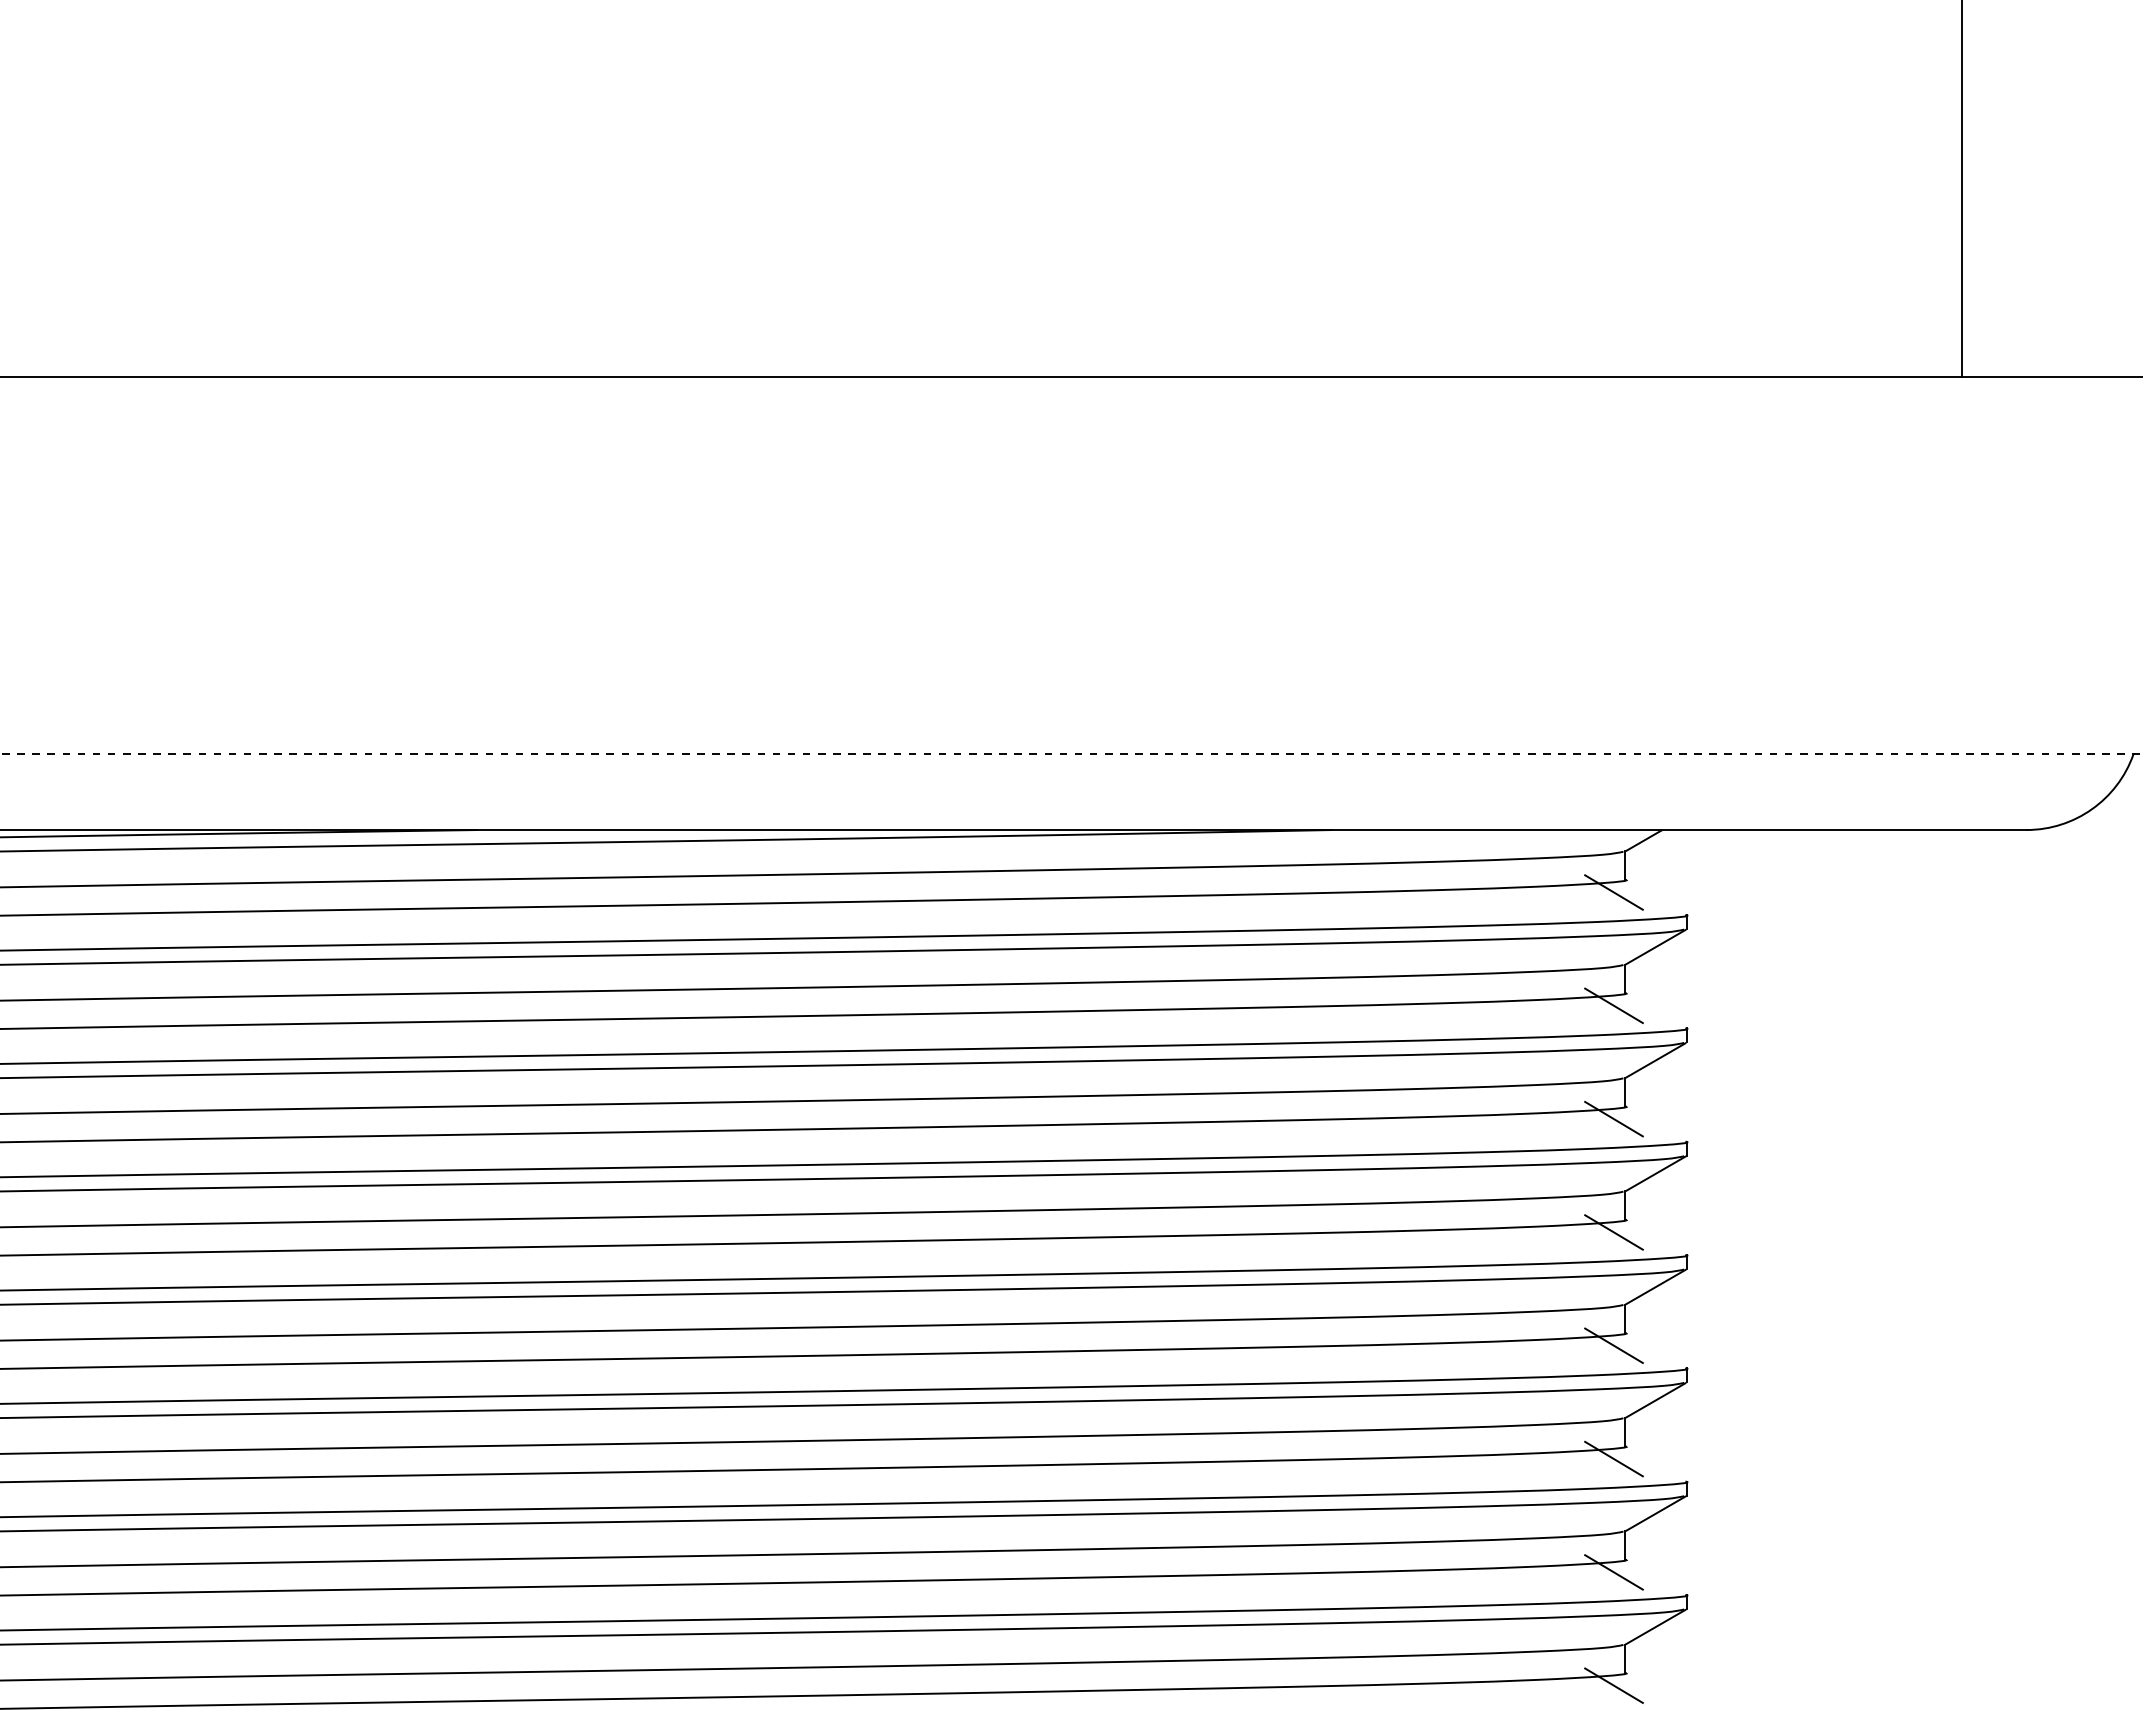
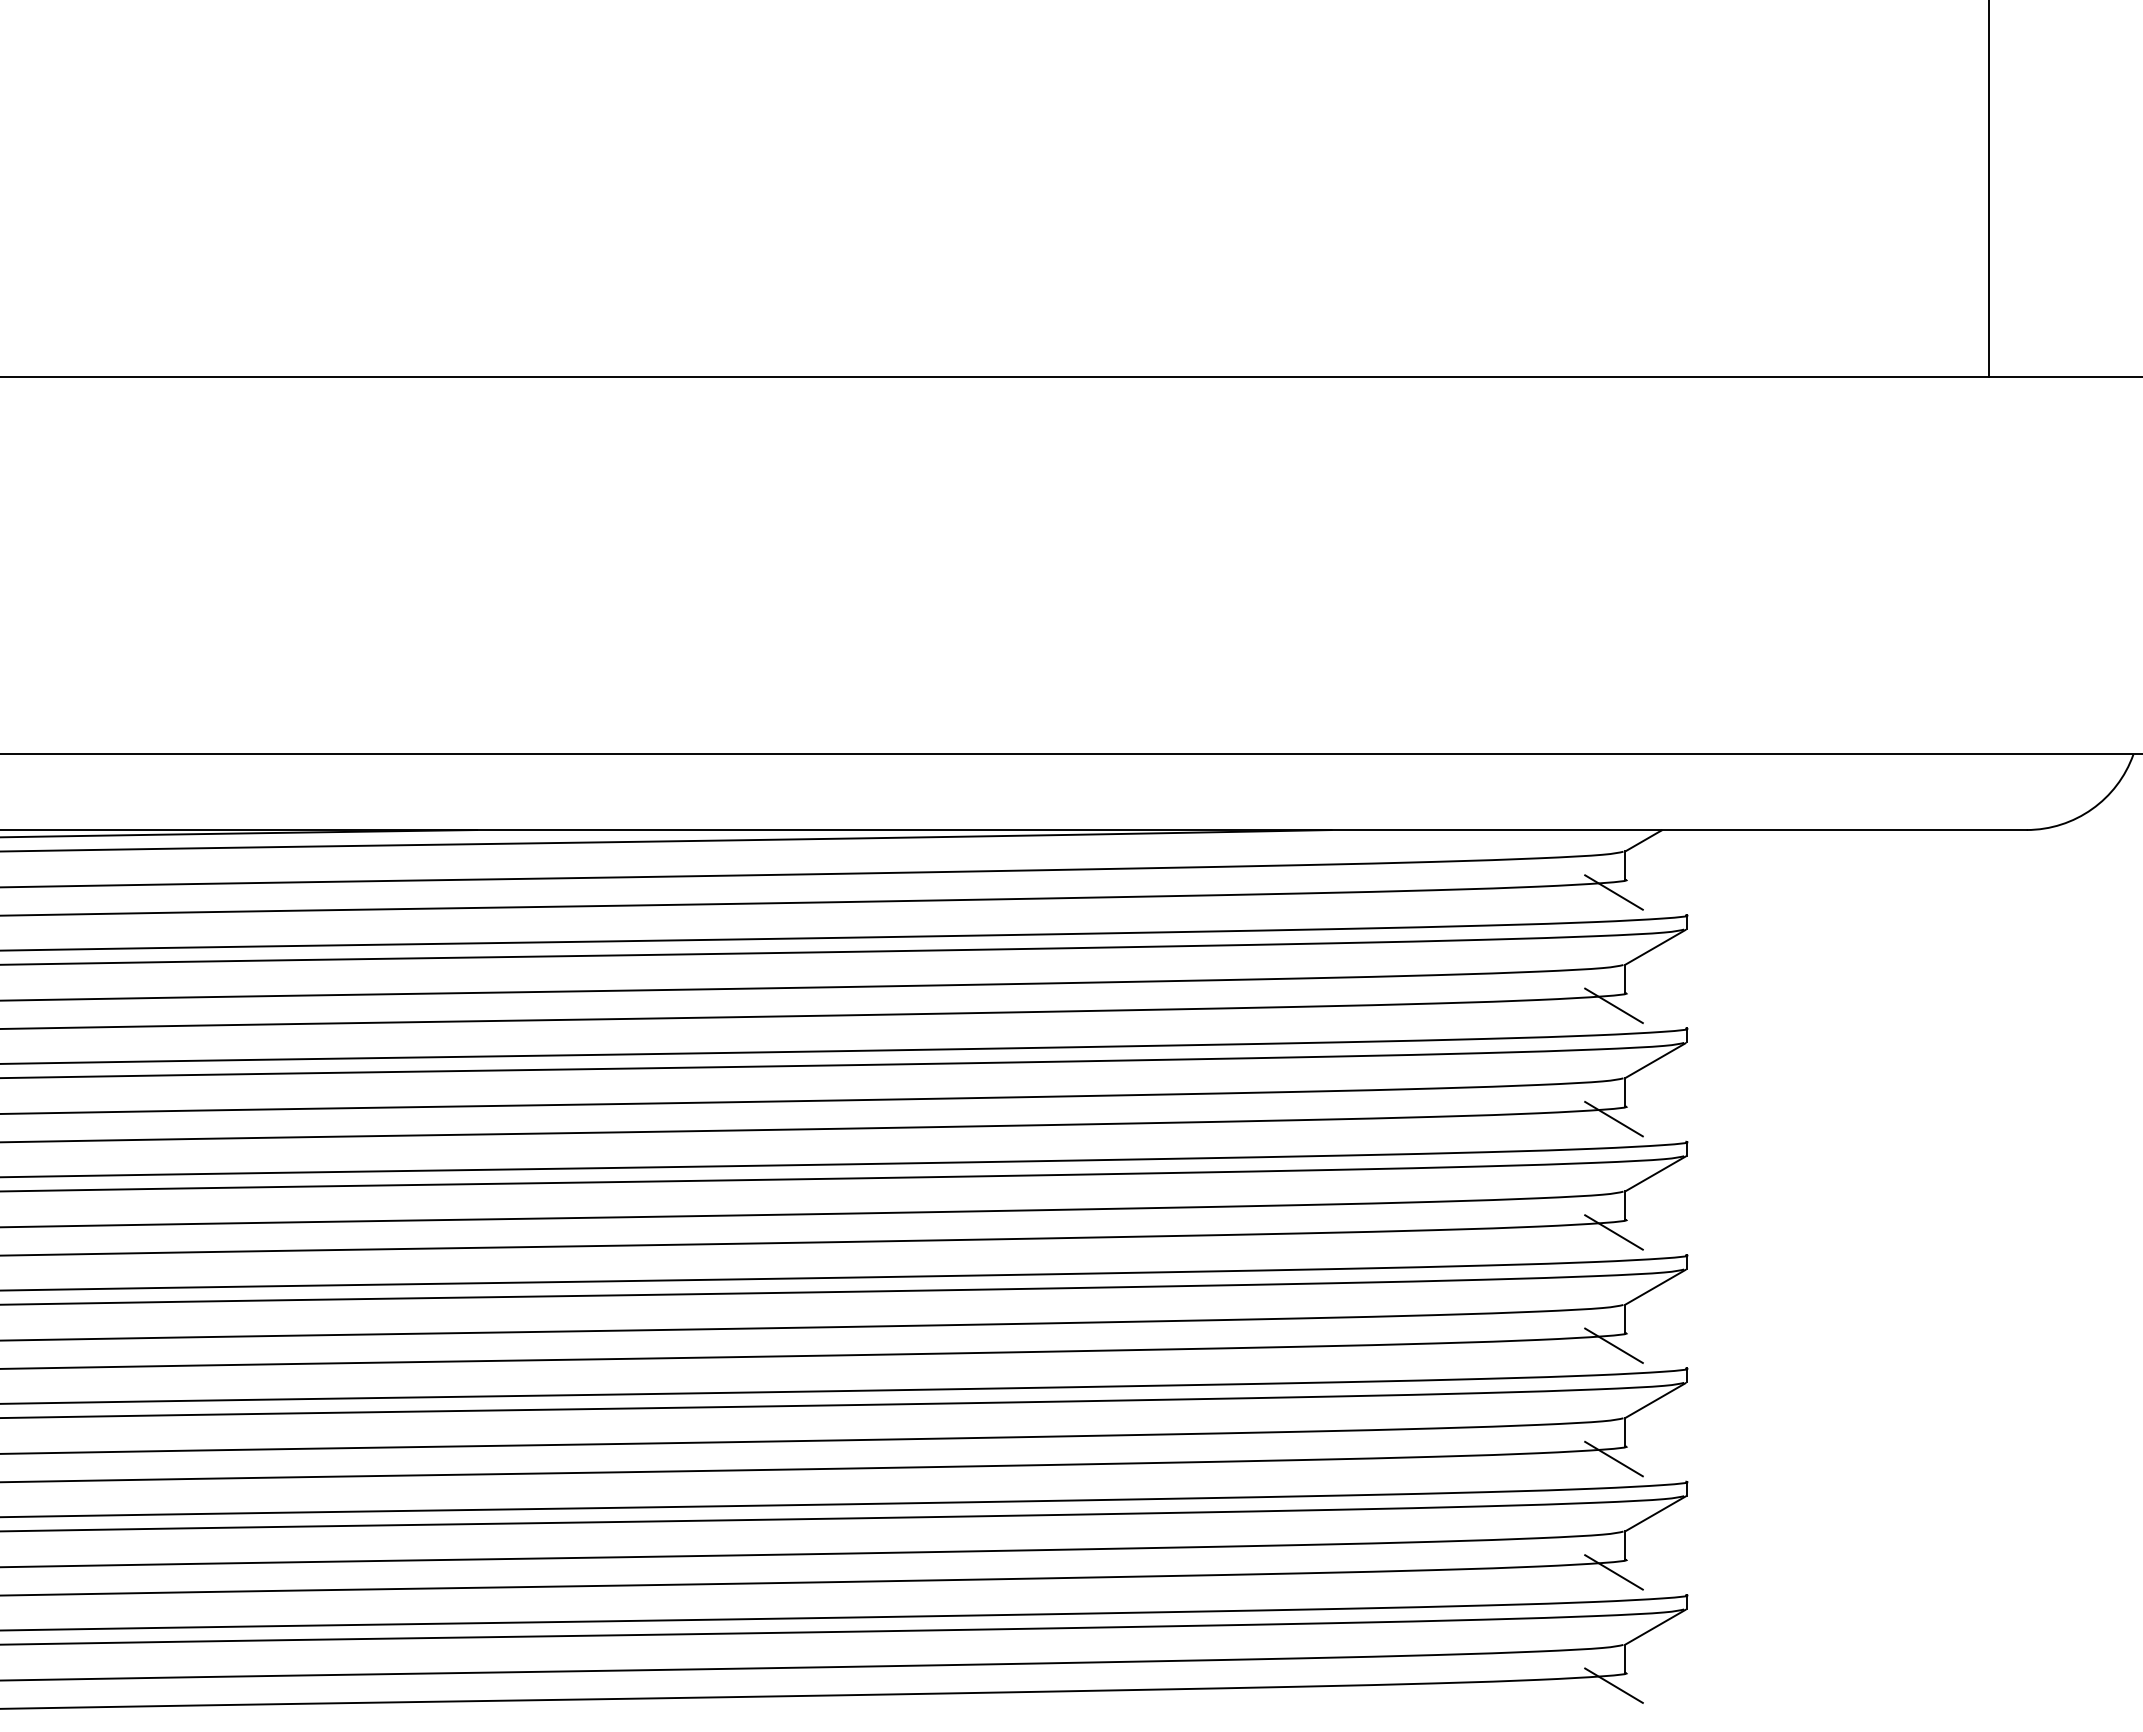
line at (1961, 189) position: (1961, 189) -> (1988, 189)
line at (1071, 754): dashed -> solid
